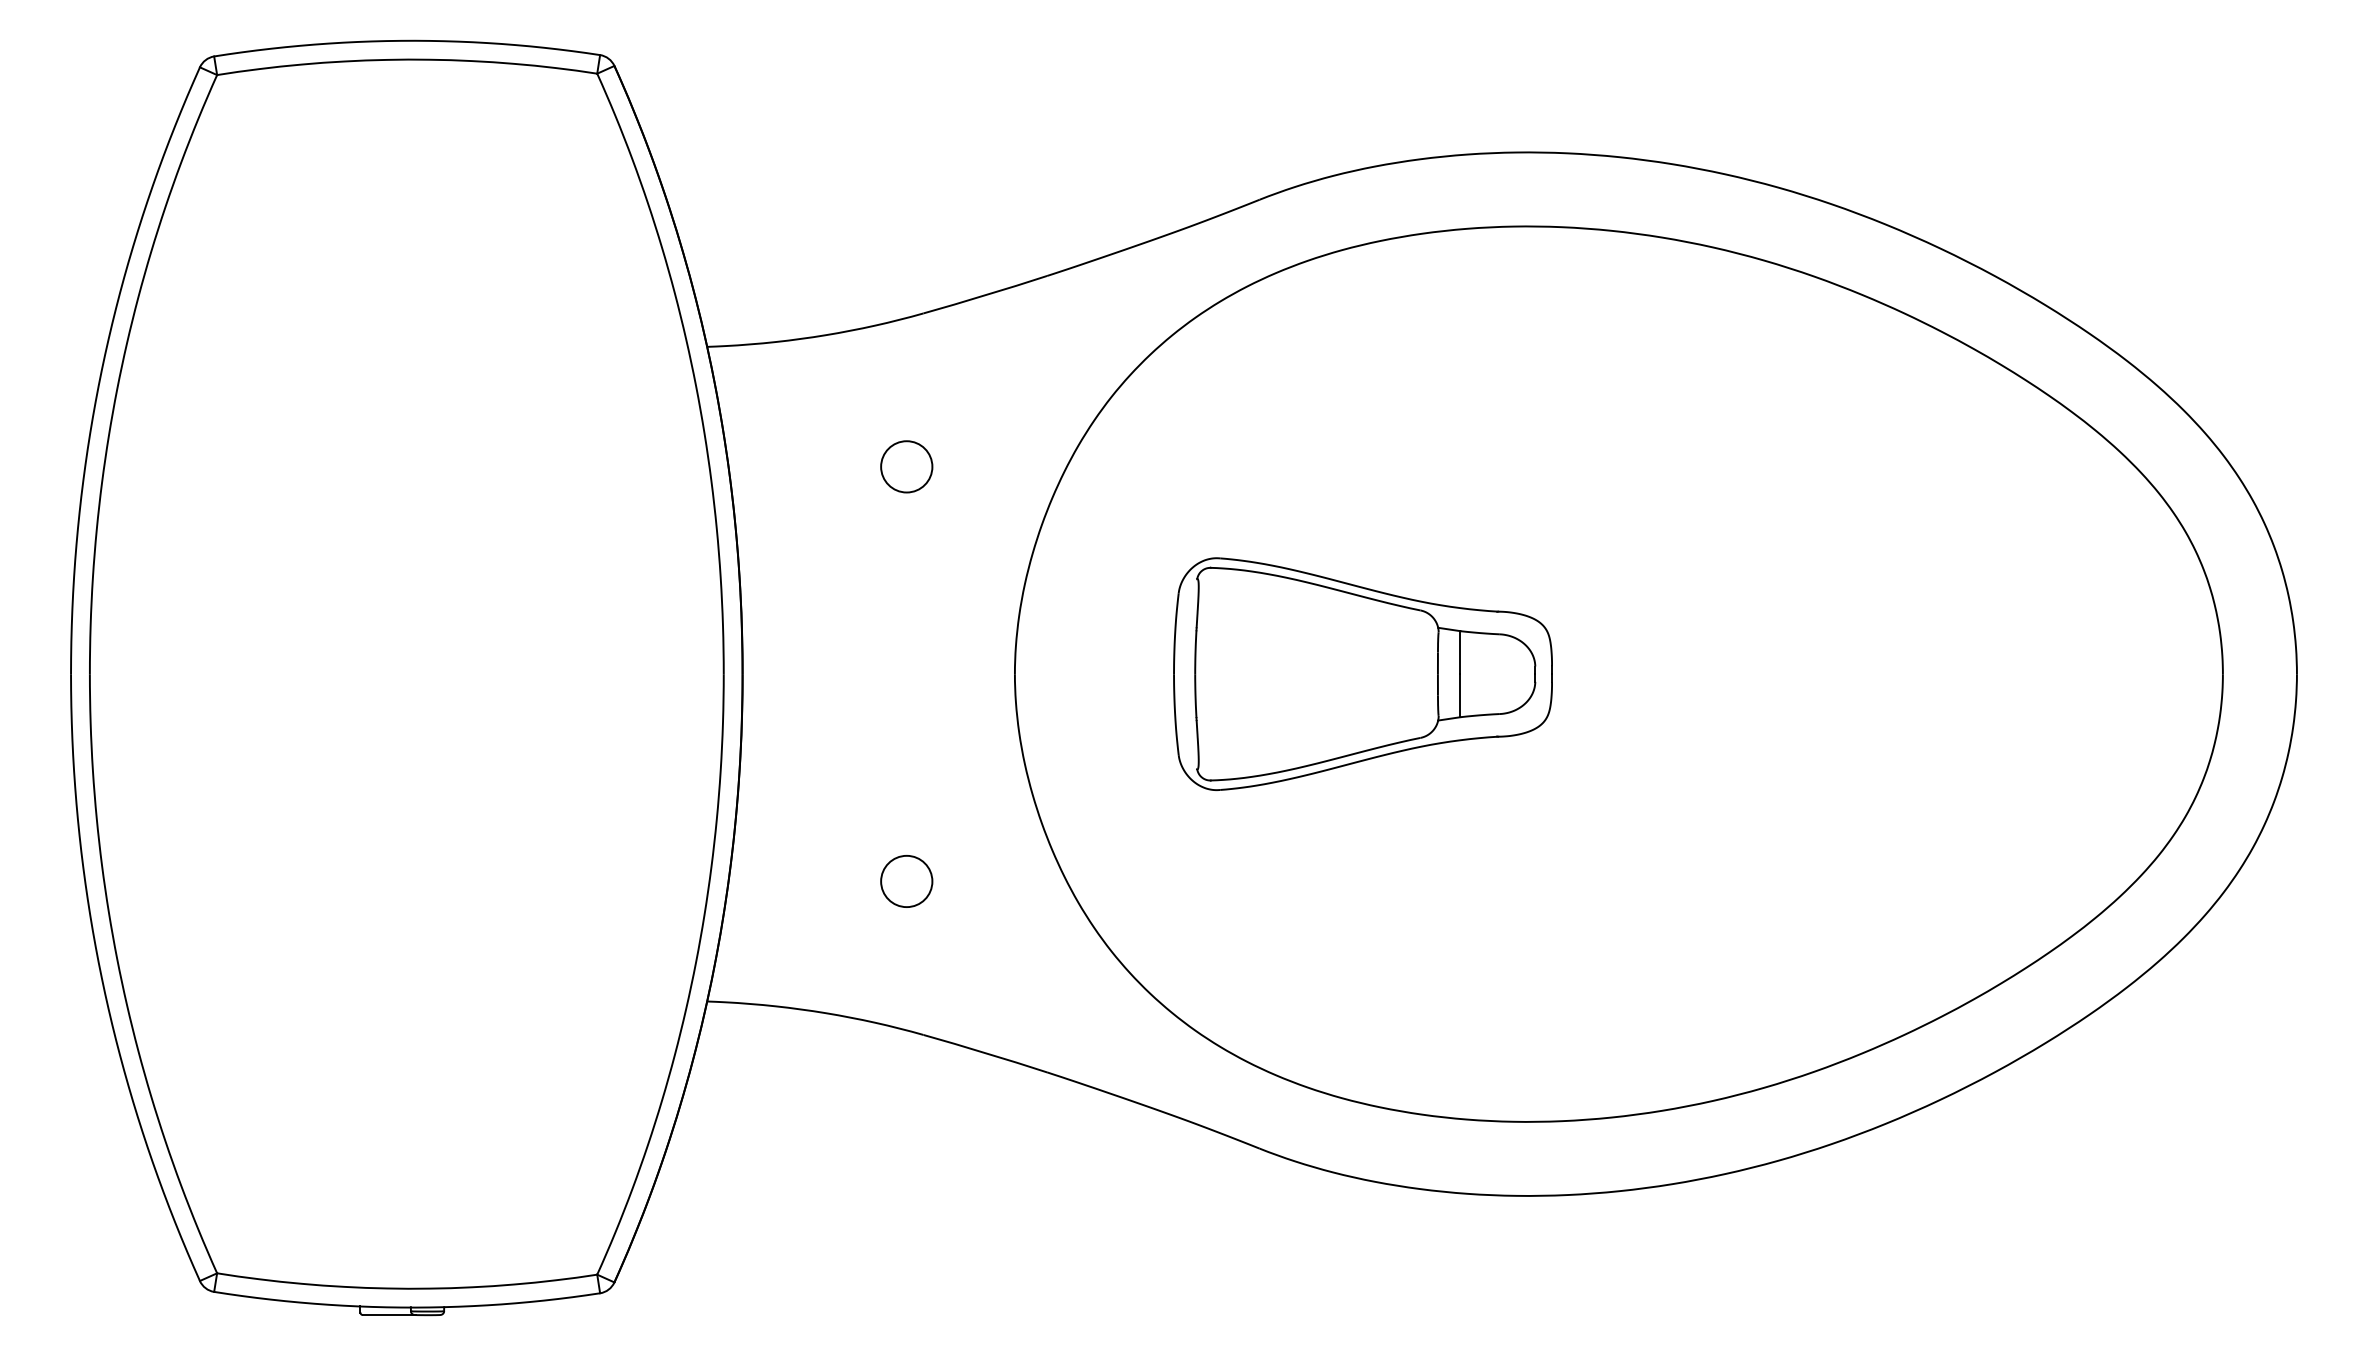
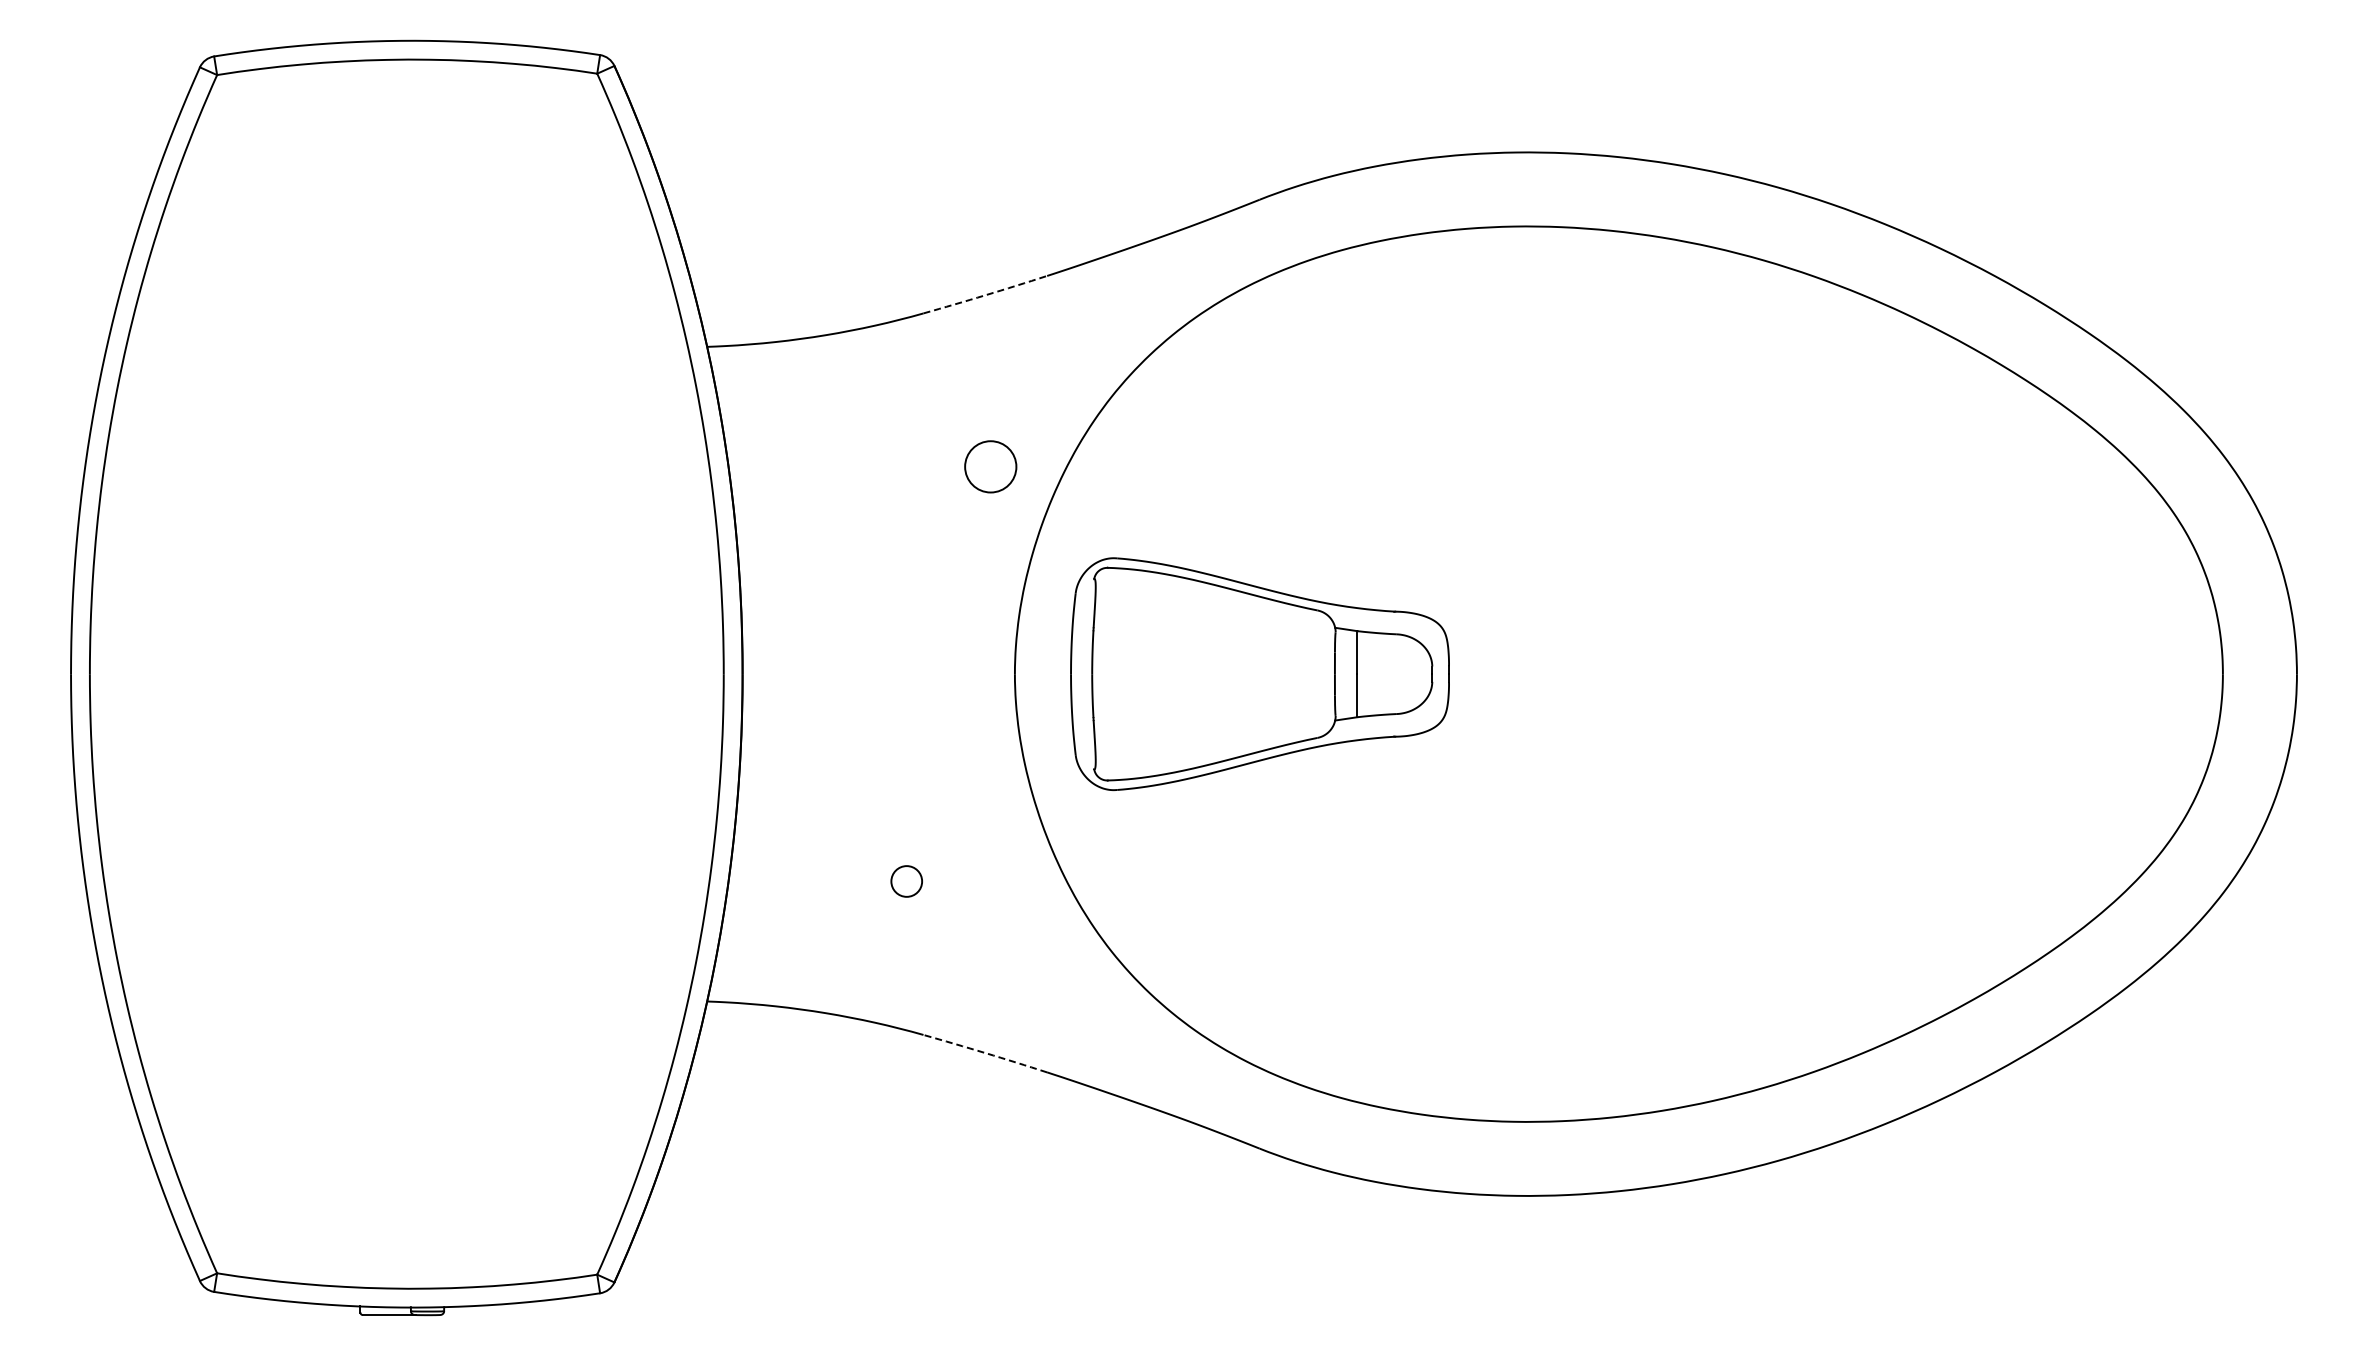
arc at (985, 295): solid -> dashed
circle at (906, 466) position: (906, 466) -> (990, 466)
part at (1362, 673) position: (1362, 673) -> (1259, 673)
circle at (906, 881) diameter: 51 px -> 31 px
arc at (985, 1053): solid -> dashed
